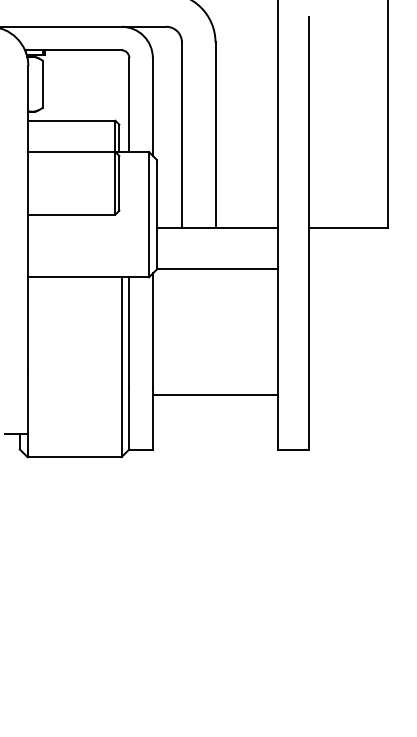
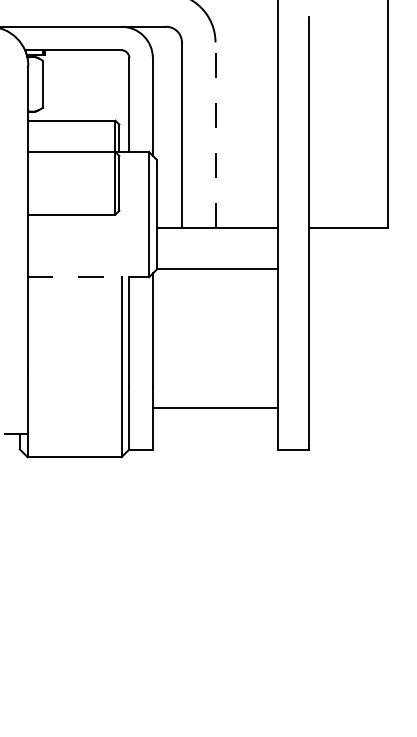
line at (215, 135): solid -> dashed
line at (89, 277): solid -> dashed
line at (215, 394) position: (215, 394) -> (215, 407)
